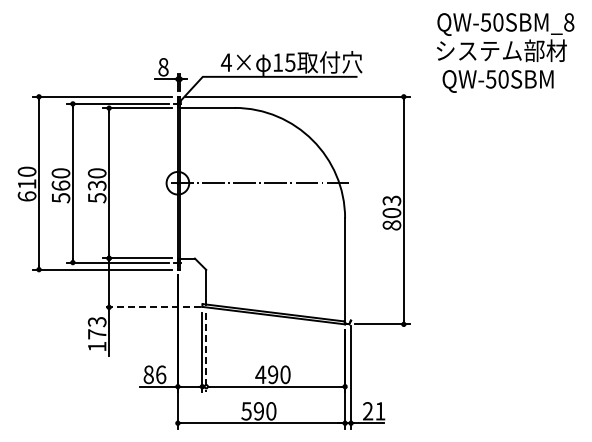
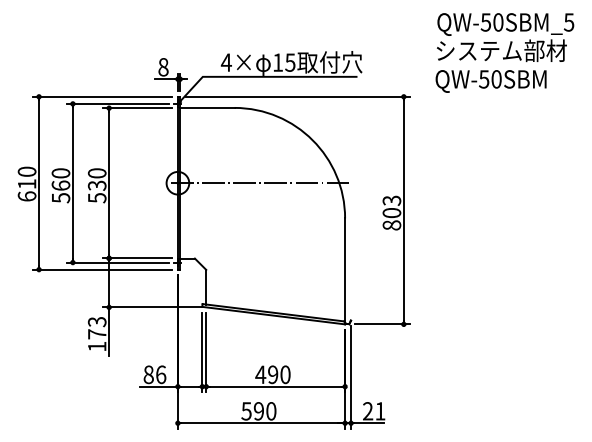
text at (568, 22): QW-50SBM_8 -> QW-50SBM_5
text at (497, 81) position: (497, 81) -> (490, 81)
line at (152, 307): dashed -> solid
line at (206, 352): dashed -> solid
